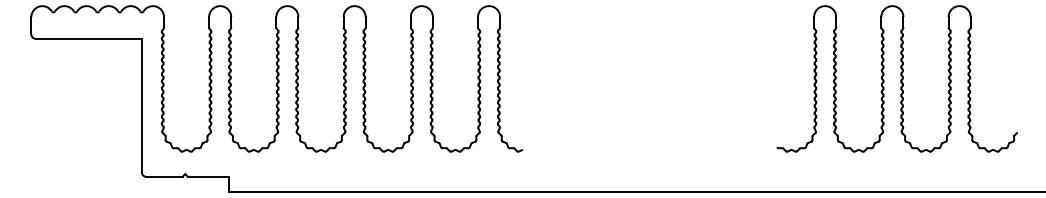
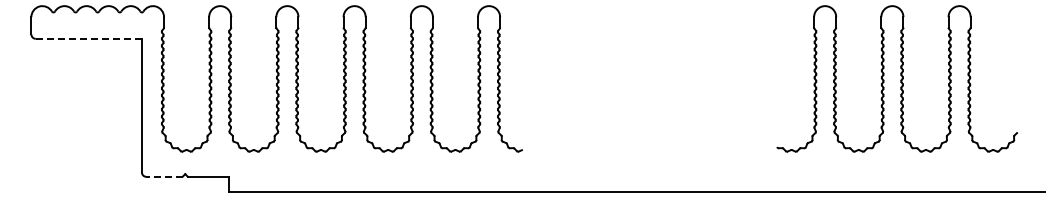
line at (88, 38): solid -> dashed
line at (163, 176): solid -> dashed
